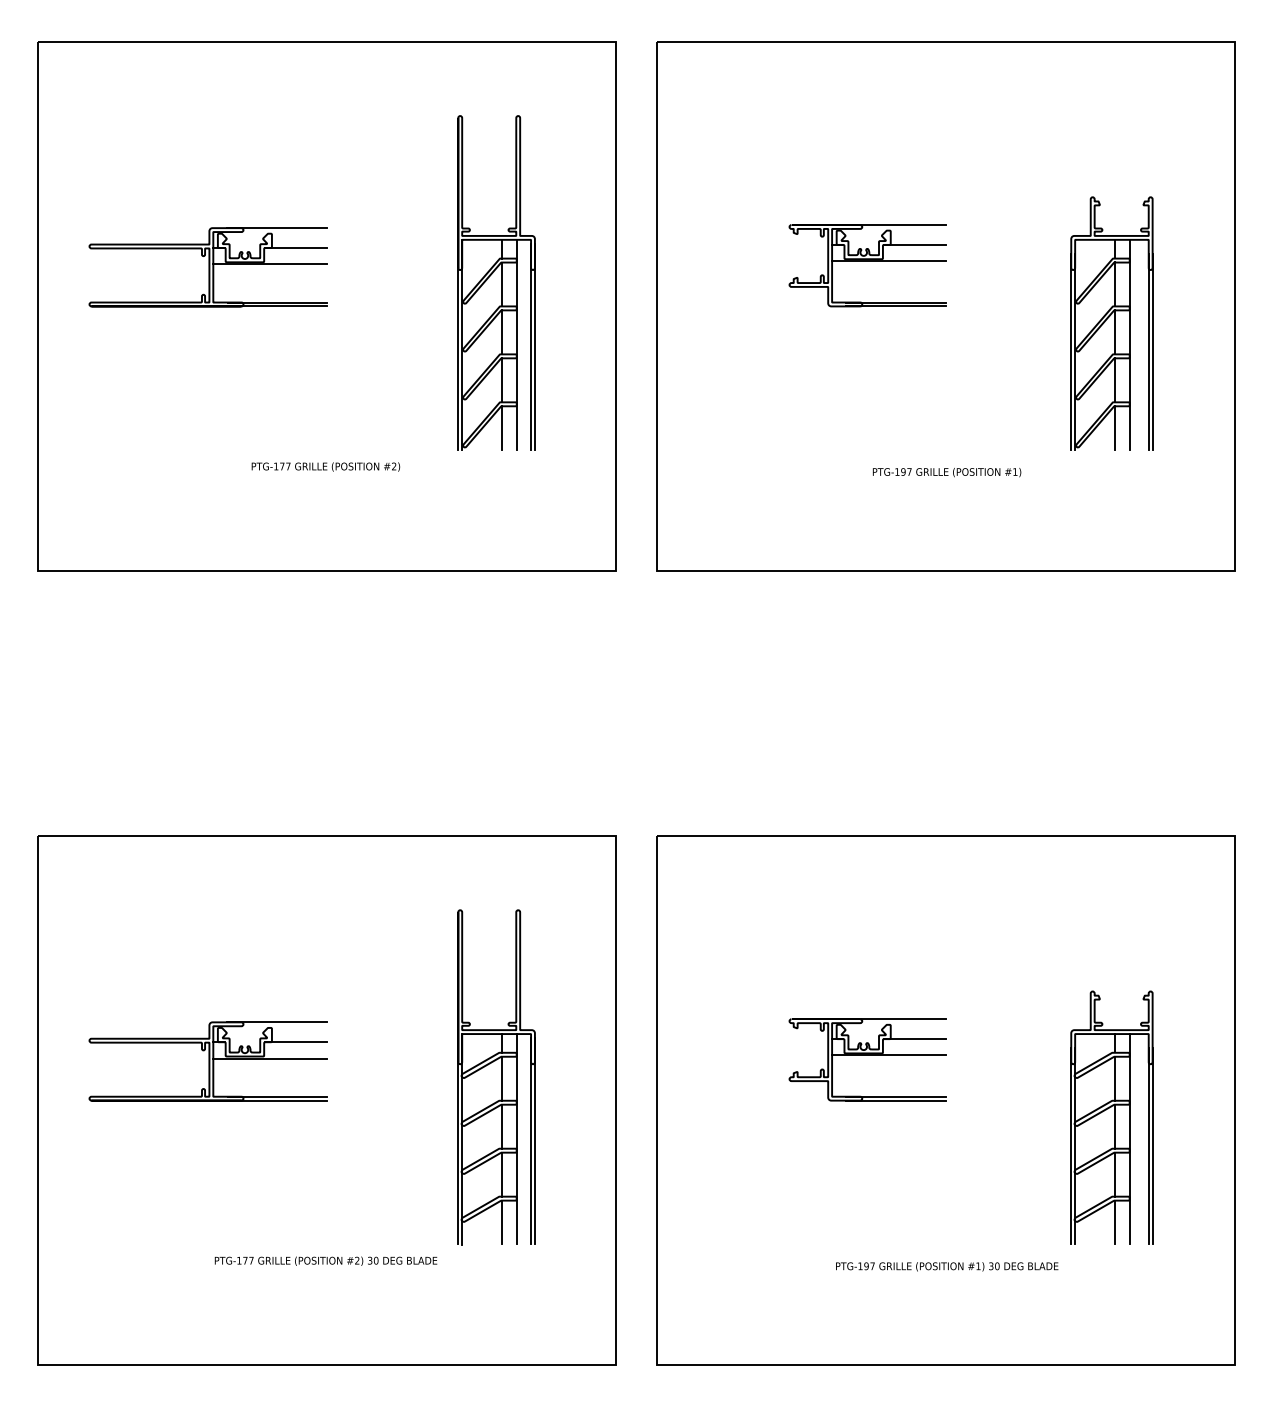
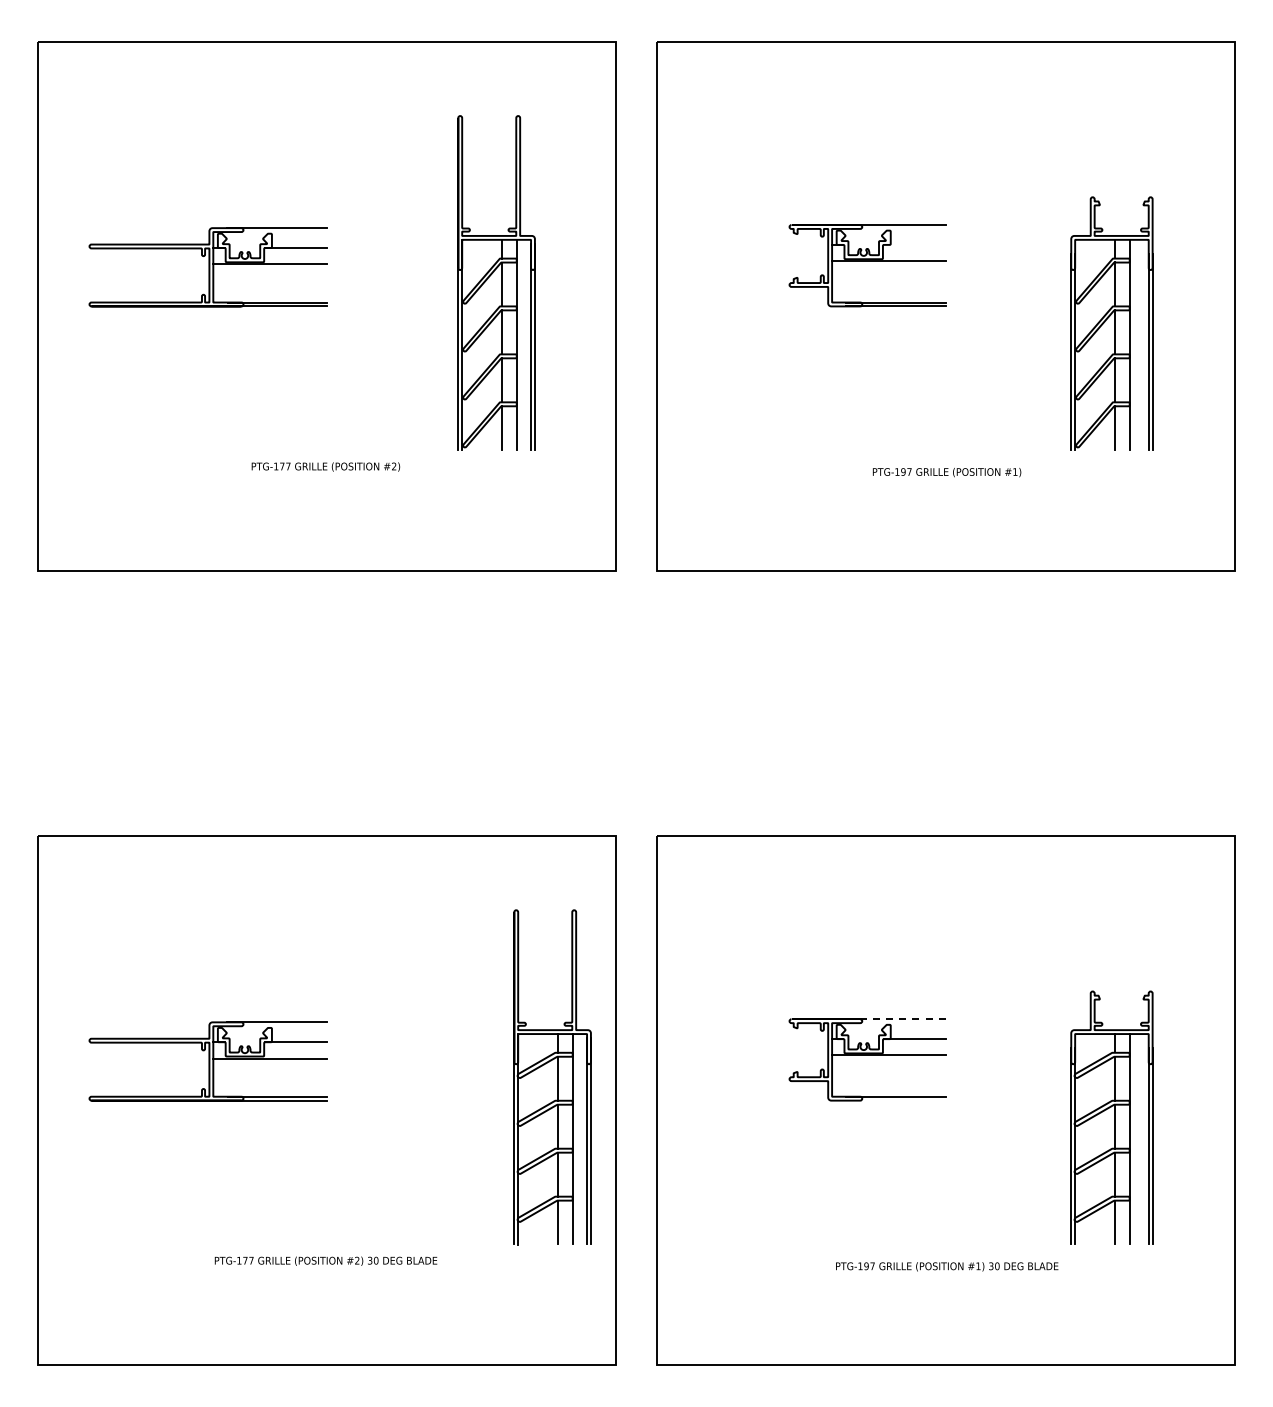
line at (914, 244): present -> none
line at (896, 1019): solid -> dashed
part at (496, 1077) position: (496, 1077) -> (552, 1077)
line at (895, 1100): present -> none
